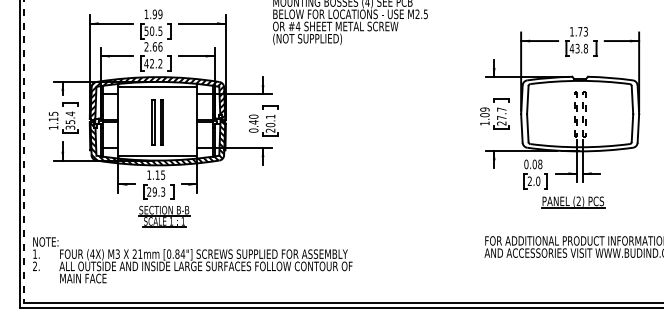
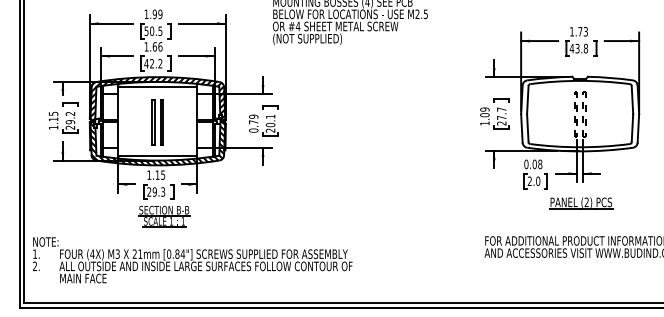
text at (146, 46): 2.66 -> 1.66
text at (253, 119): 0.40 -> 0.79
text at (70, 120): 35.4 -> 29.2
line at (24, 152): dashed -> solid
part at (573, 202) position: (573, 202) -> (581, 203)
